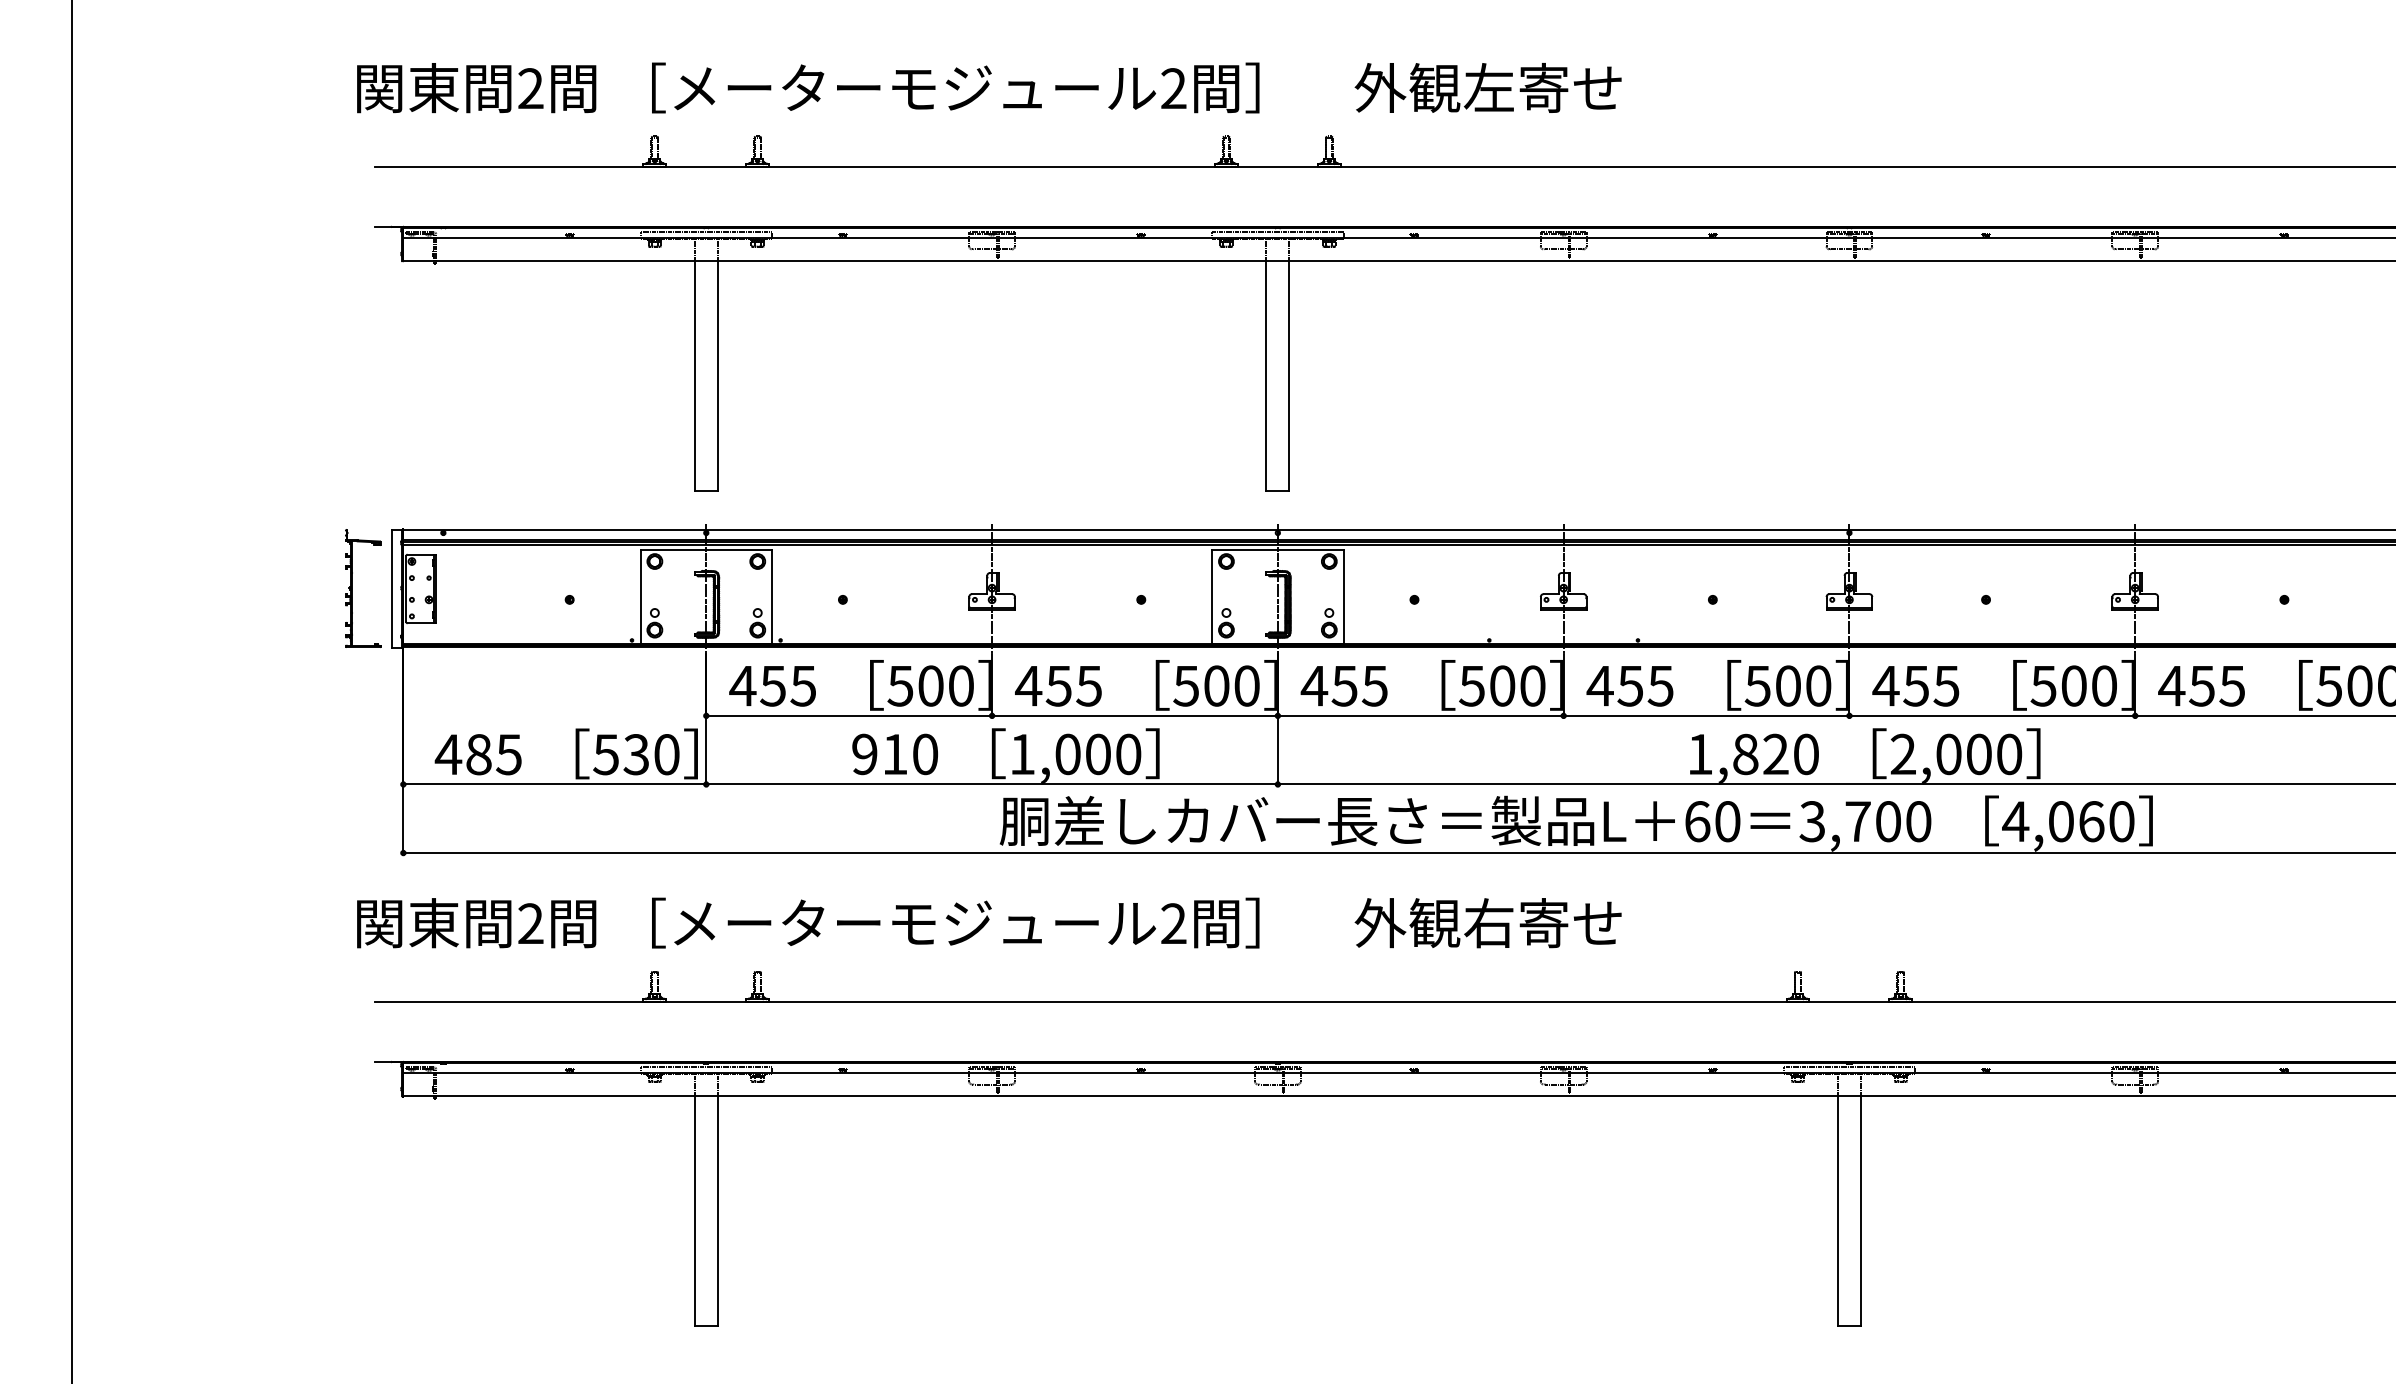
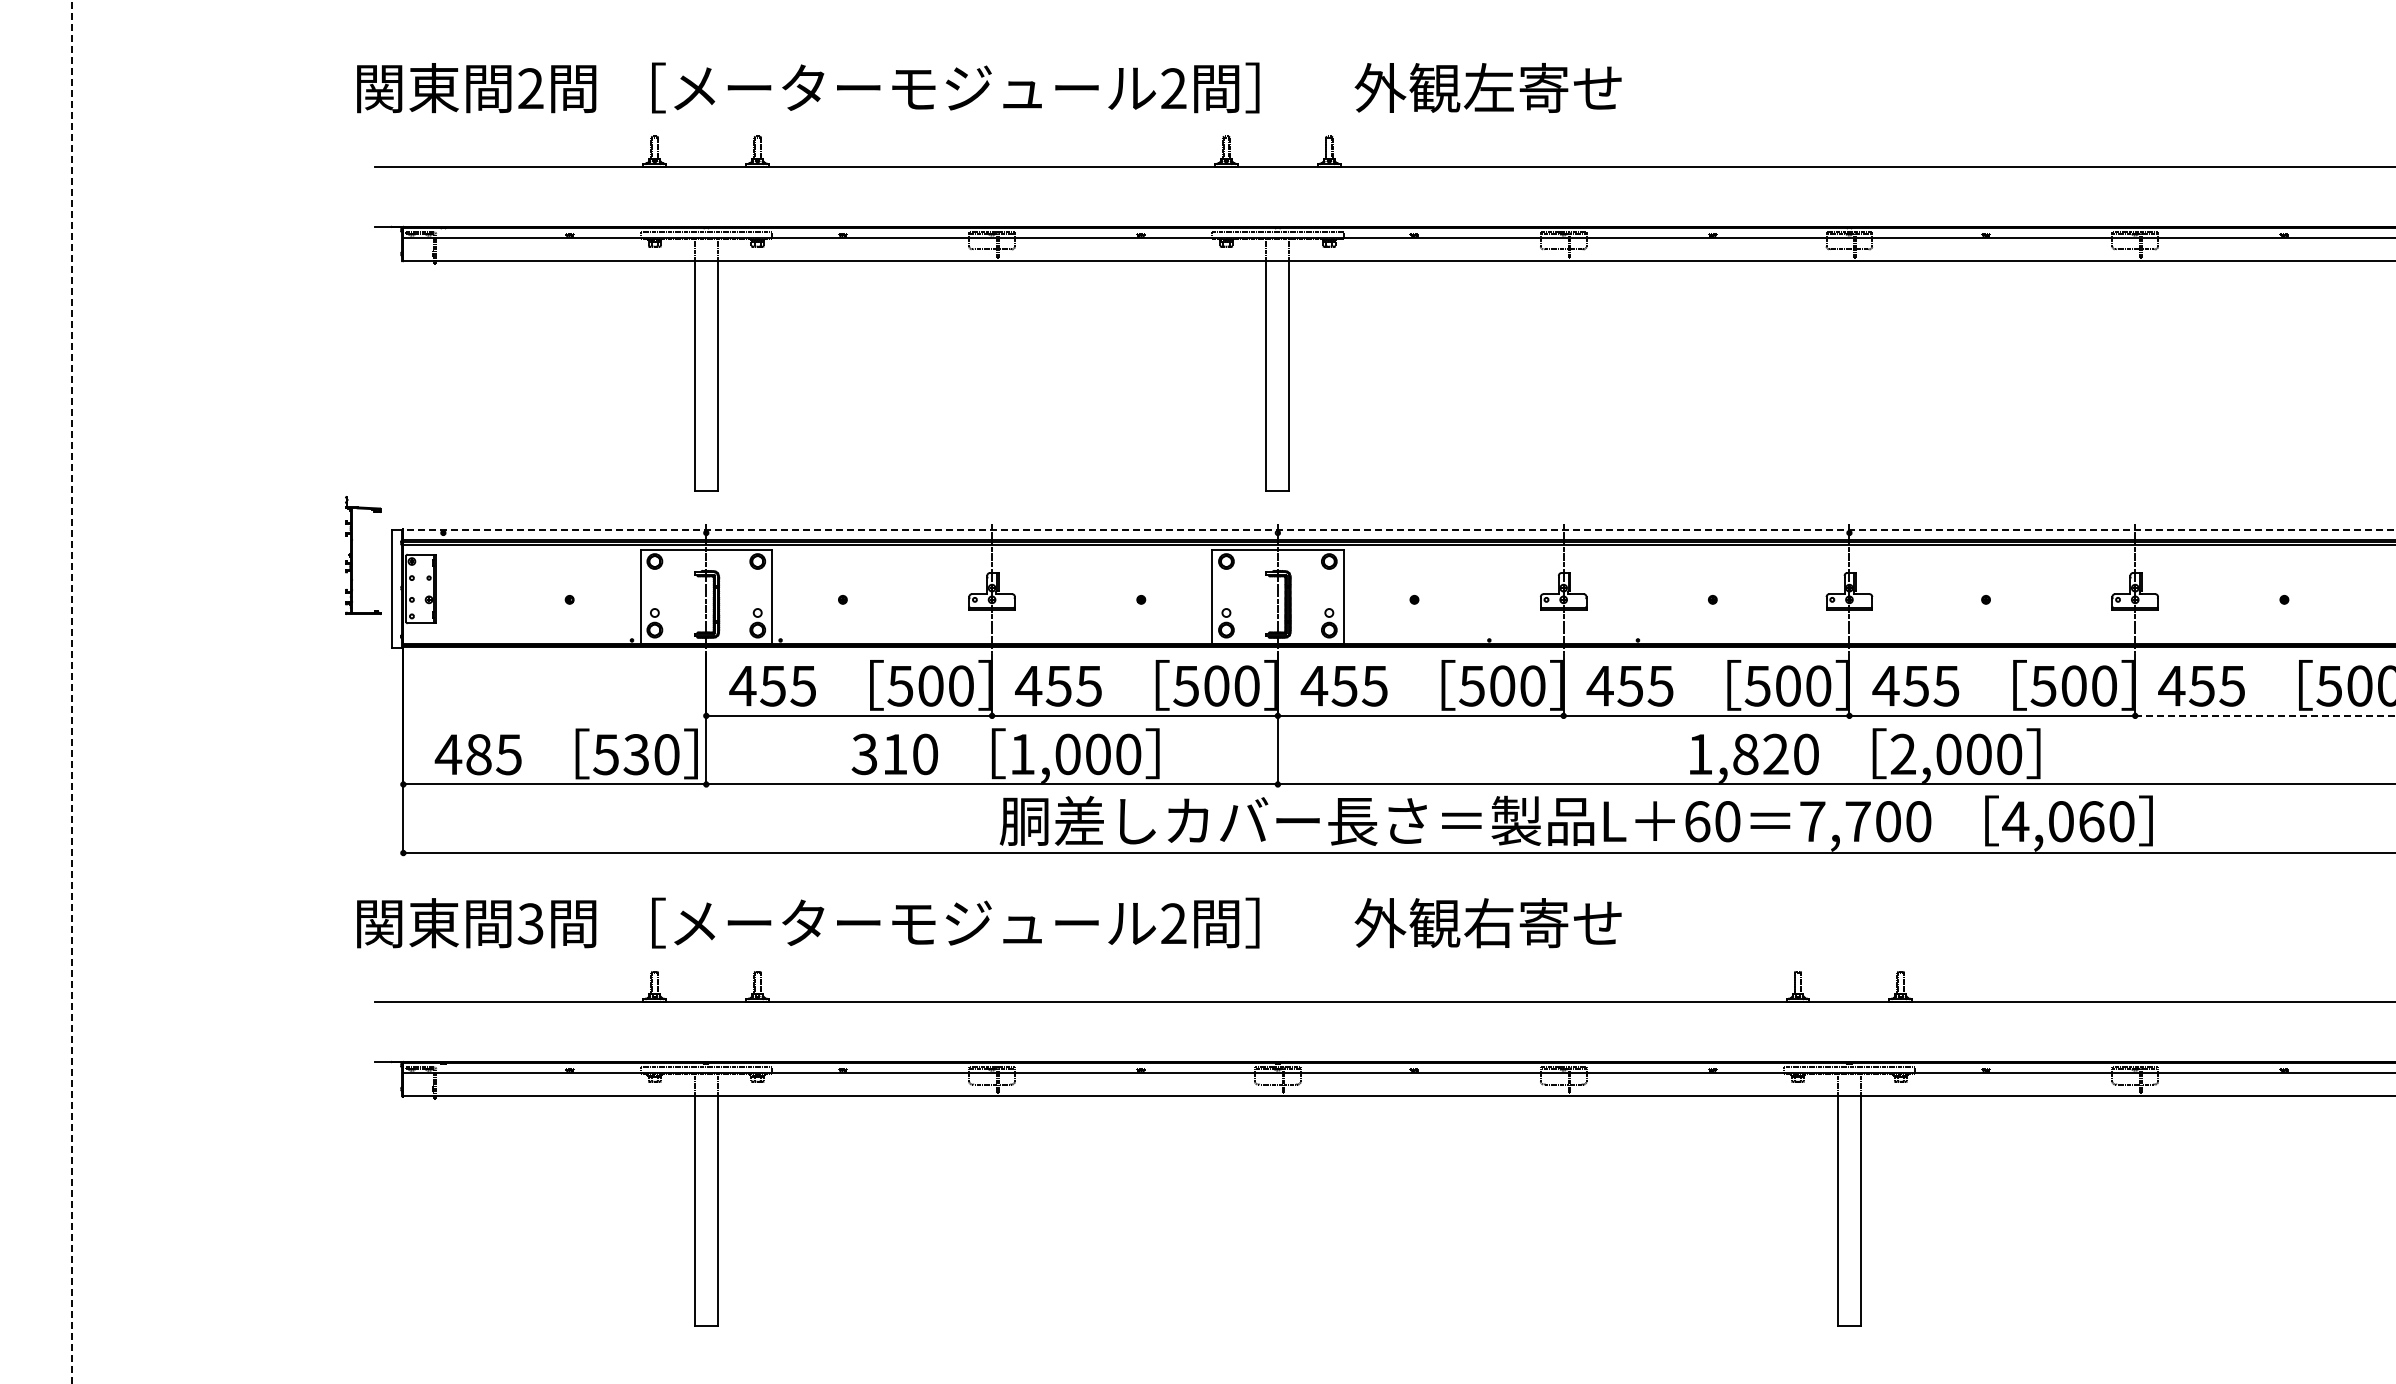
line at (1399, 530): solid -> dashed
part at (352, 588) position: (352, 588) -> (352, 555)
line at (71, 692): solid -> dashed
line at (2265, 715): solid -> dashed
text at (864, 754): 910 -> 310
text at (1812, 821): 3,700 -> 7,700
text at (530, 923): 2 -> 3
